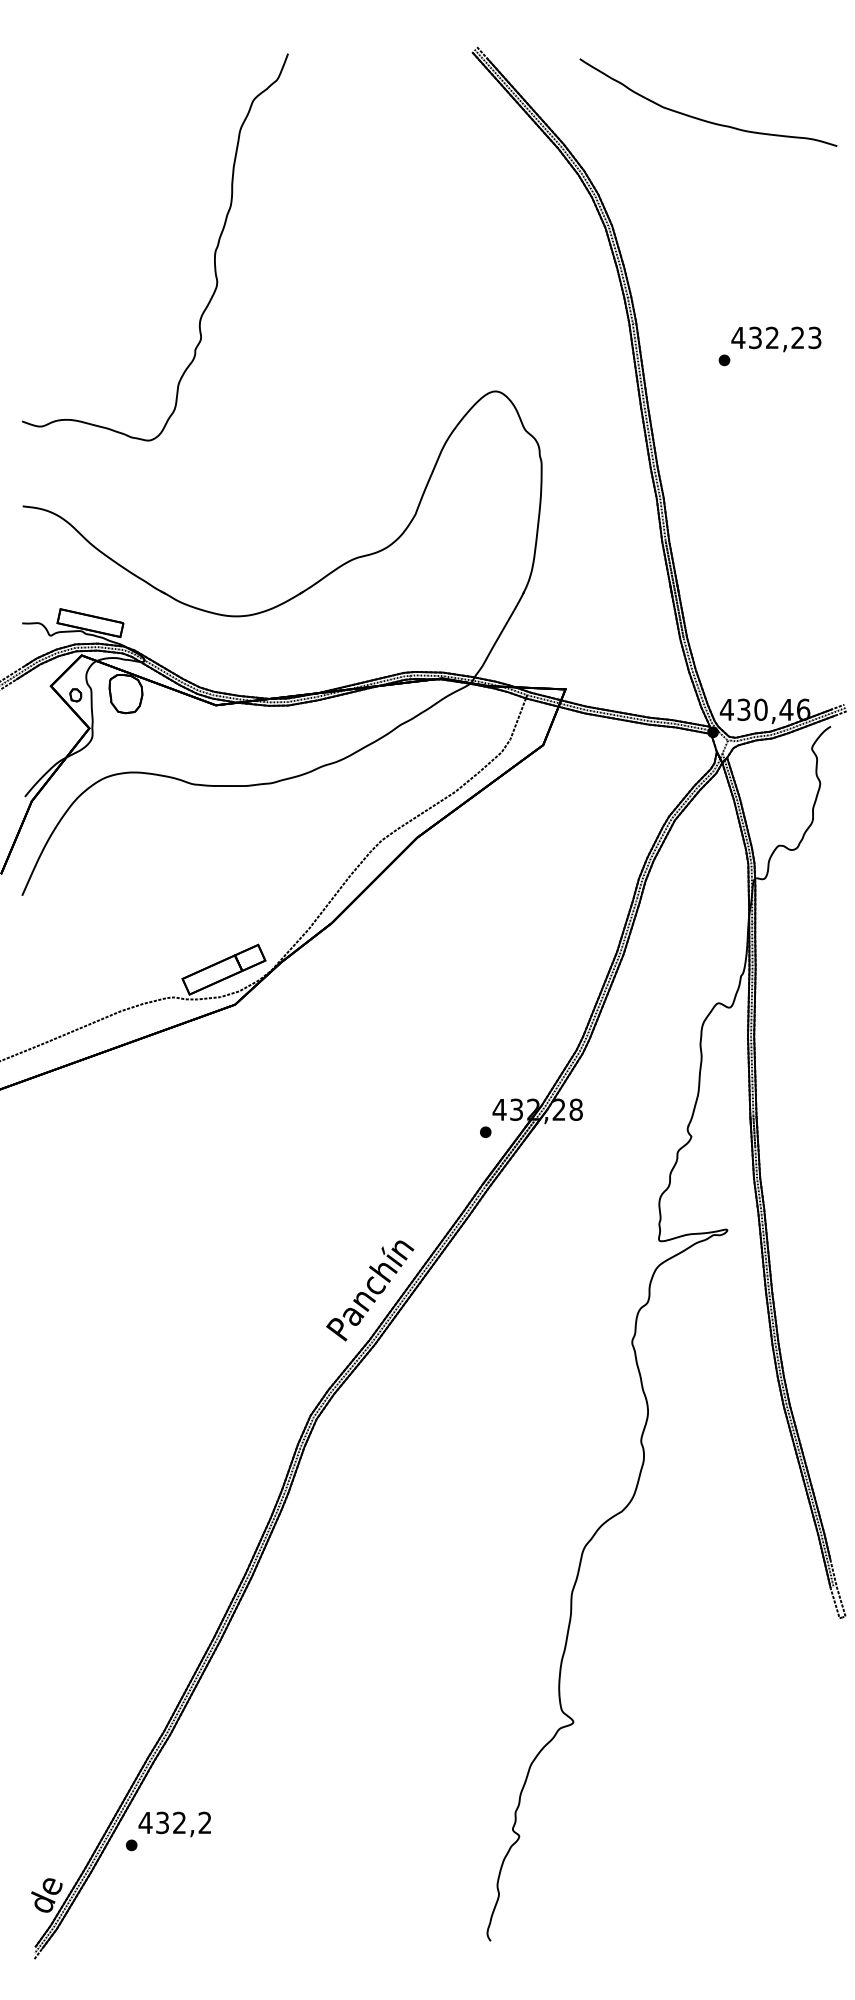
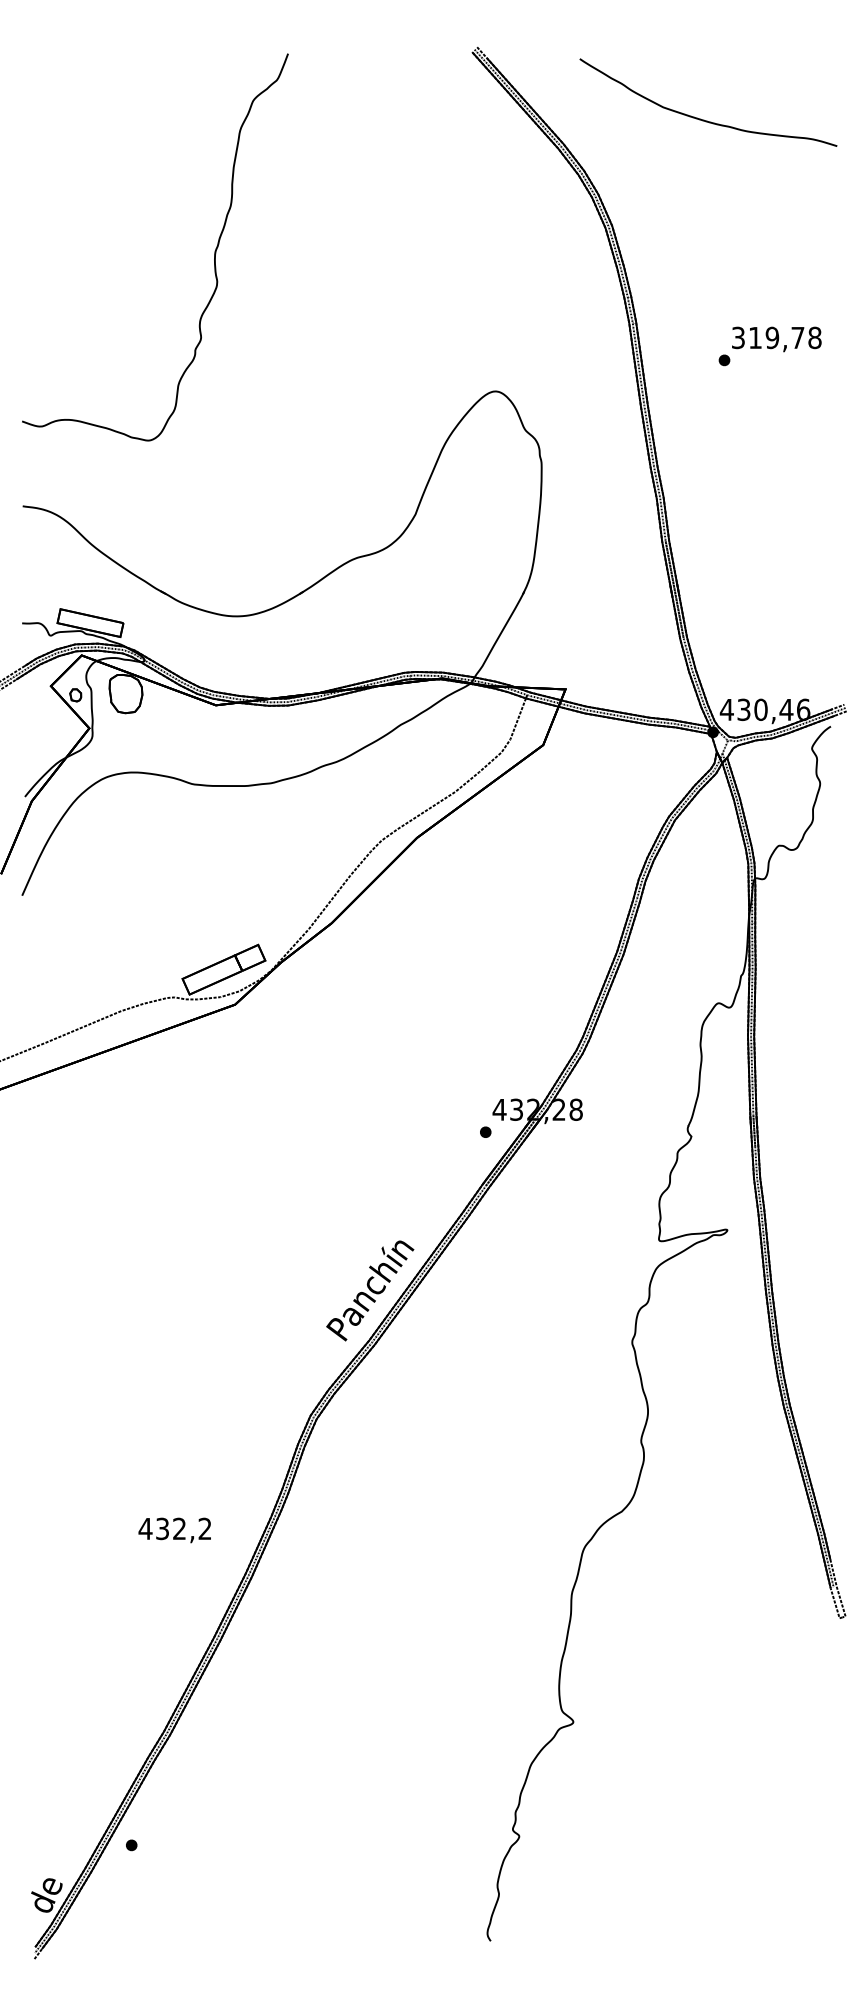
text at (776, 337): 432,23 -> 319,78
text at (174, 1824) position: (174, 1824) -> (174, 1530)
